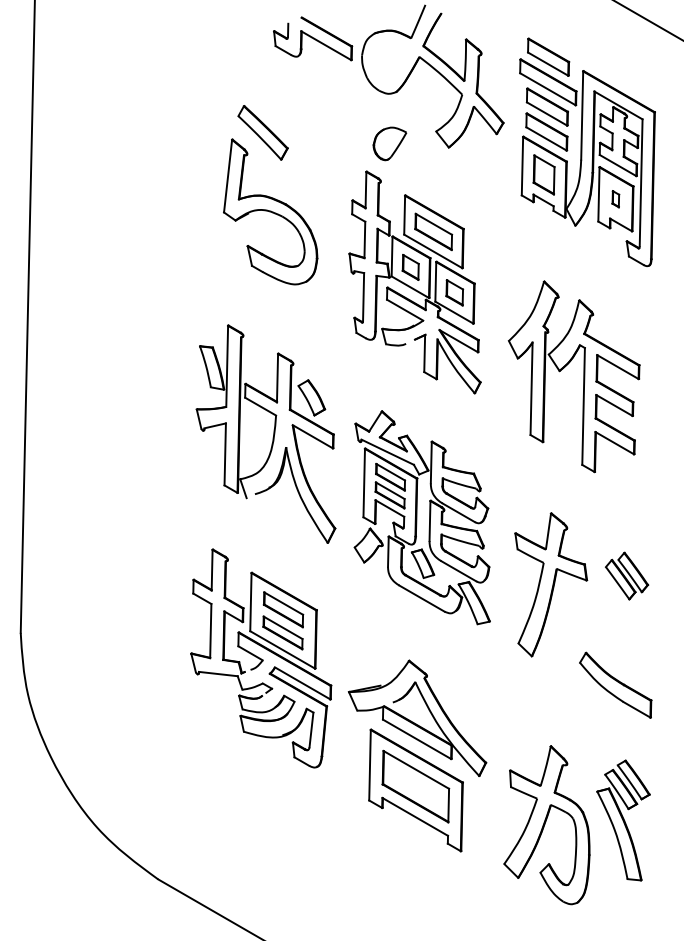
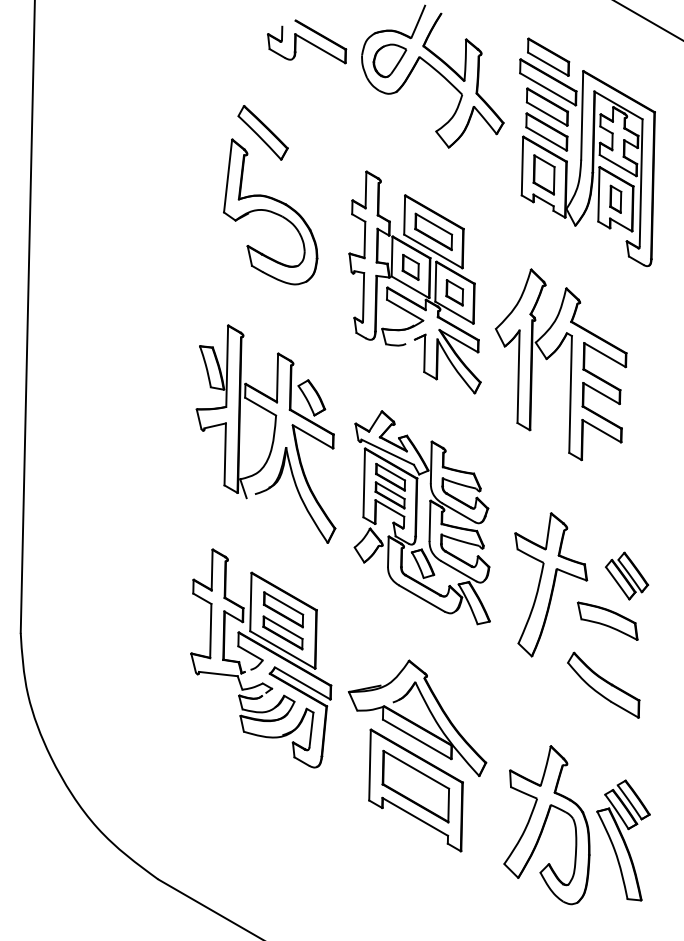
part at (313, 38) position: (313, 38) -> (307, 41)
part at (389, 143) position: (389, 143) -> (389, 60)
part at (615, 199) size: 10x19 px -> 14x30 px
part at (583, 376) position: (583, 376) -> (570, 364)
part at (607, 620): none -> present
part at (615, 684) position: (615, 684) -> (603, 684)
part at (623, 820) position: (623, 820) -> (623, 840)
